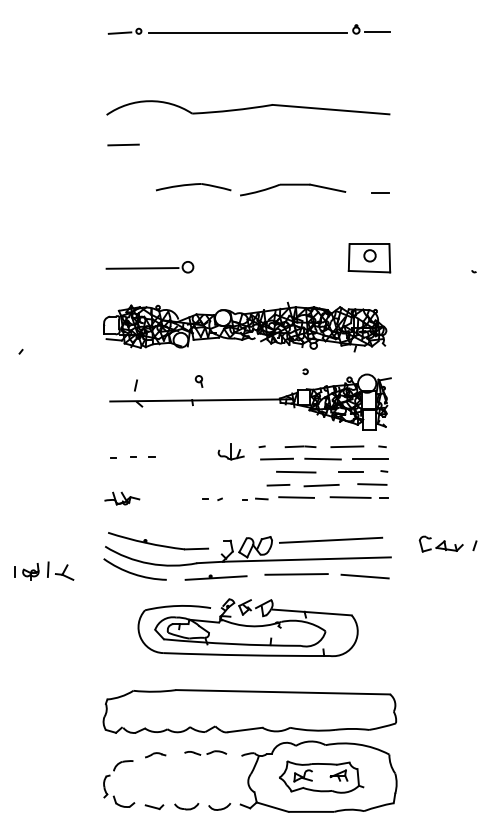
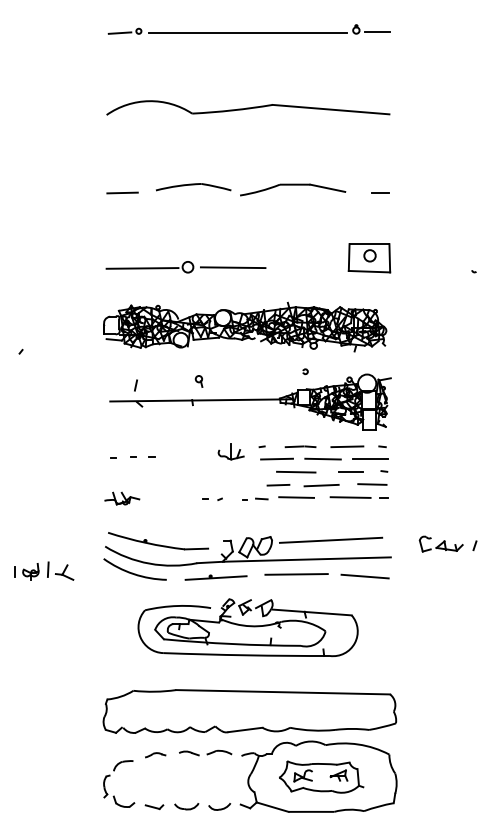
line at (123, 144) position: (123, 144) -> (122, 192)
line at (232, 267): none -> present
part at (205, 752) size: 44x6 px -> 54x8 px
